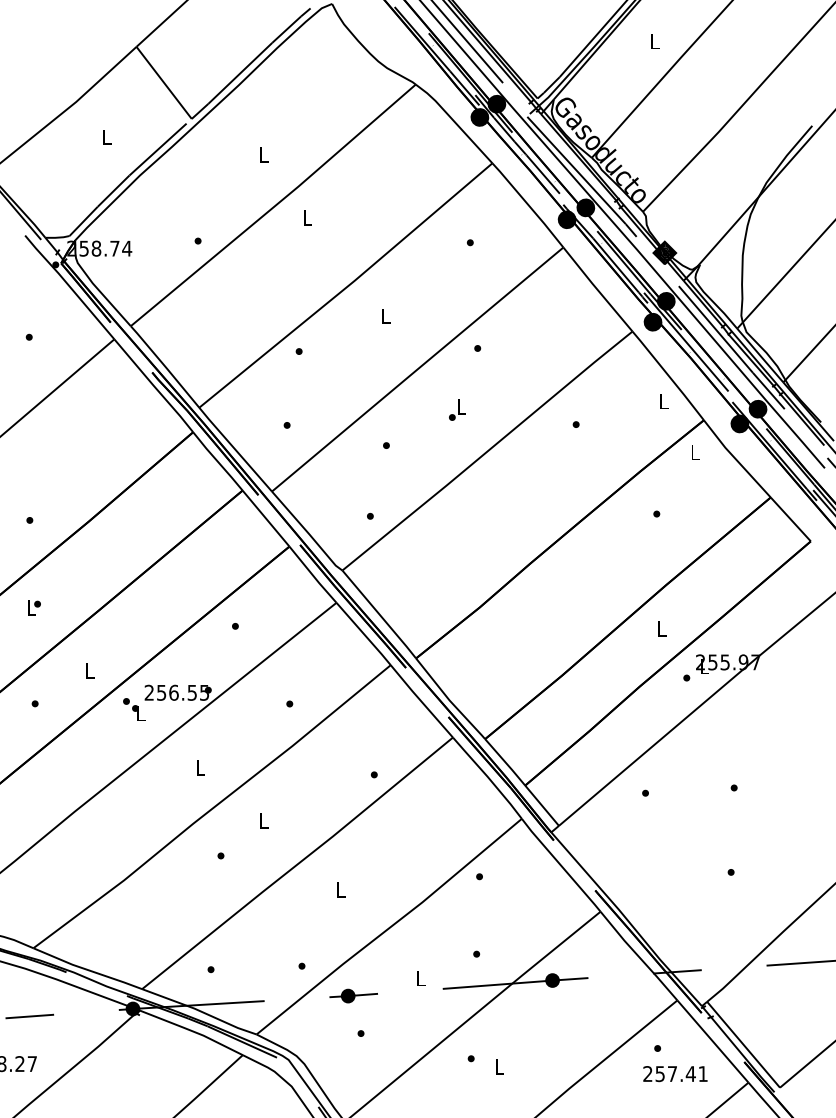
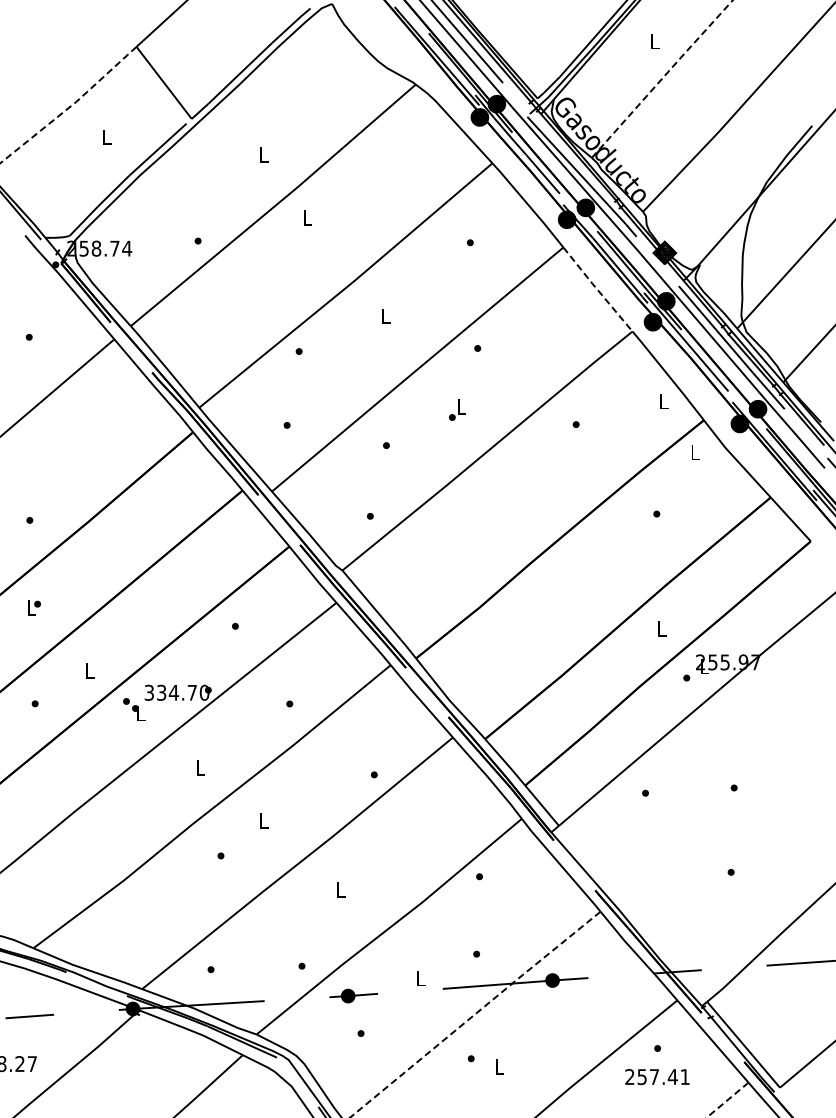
line at (662, 78): solid -> dashed
line at (70, 107): solid -> dashed
line at (597, 289): solid -> dashed
text at (176, 692): 256.55 -> 334.70
line at (475, 1013): solid -> dashed
text at (675, 1074) position: (675, 1074) -> (657, 1077)
line at (727, 1100): solid -> dashed
